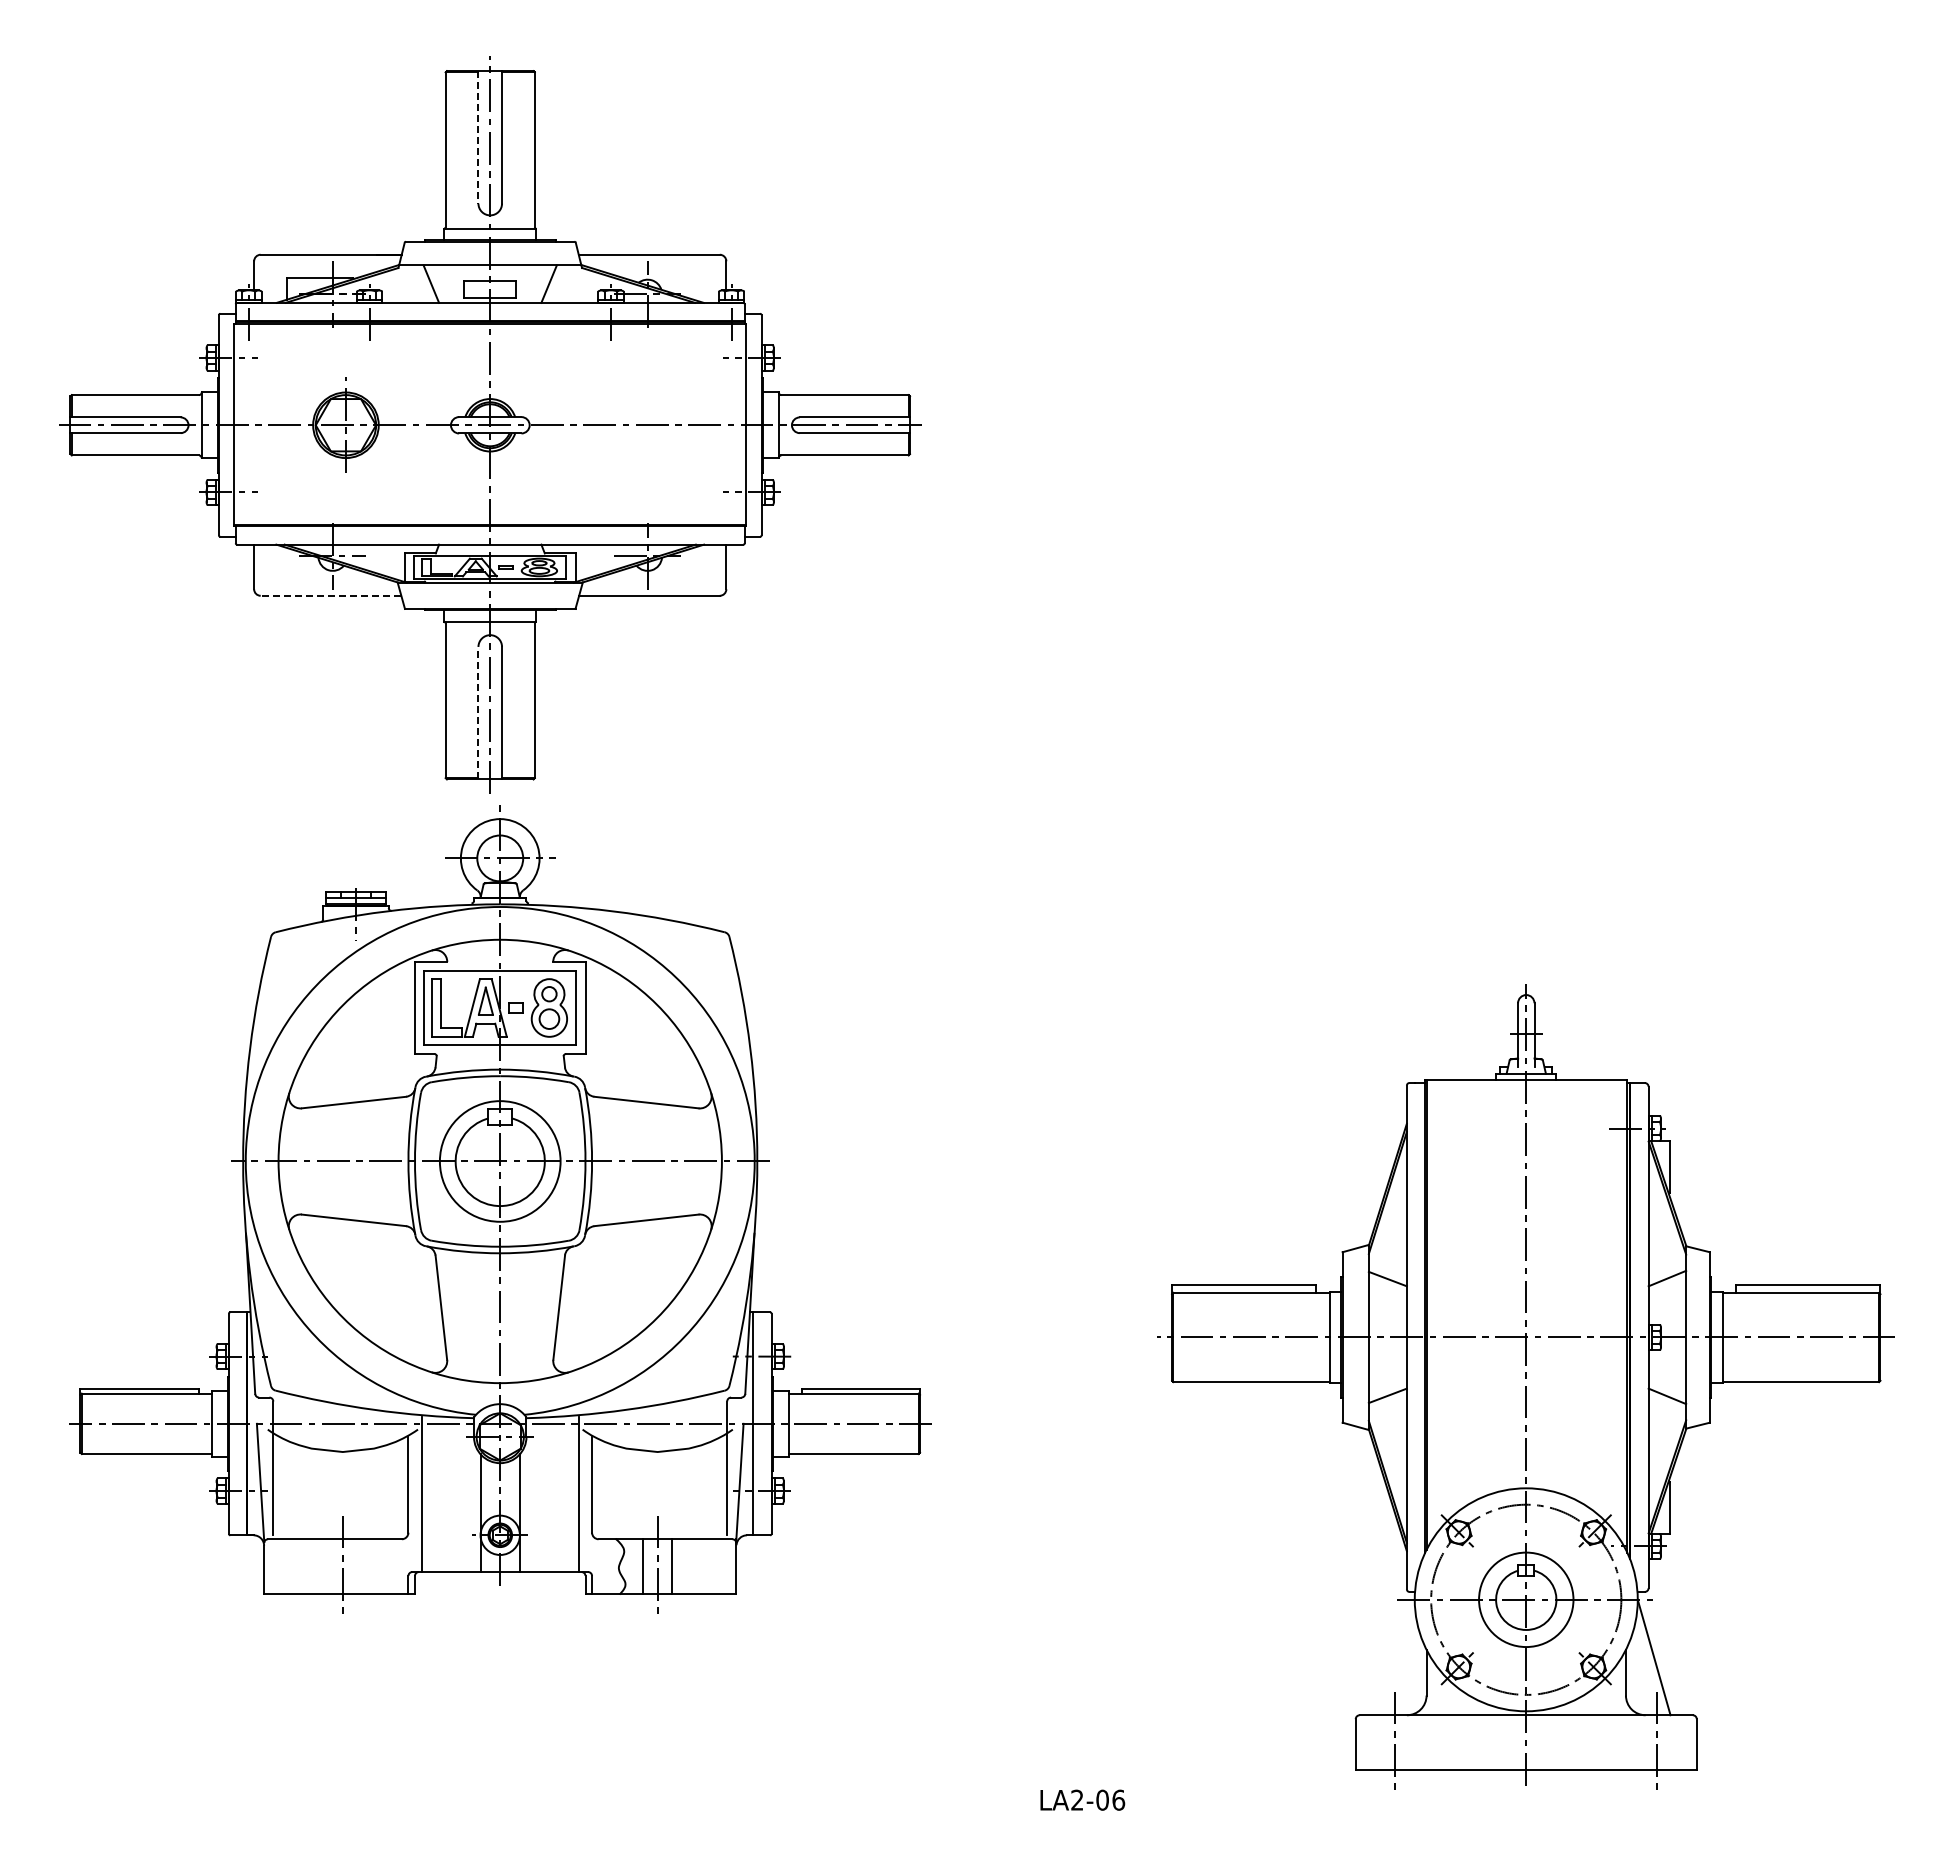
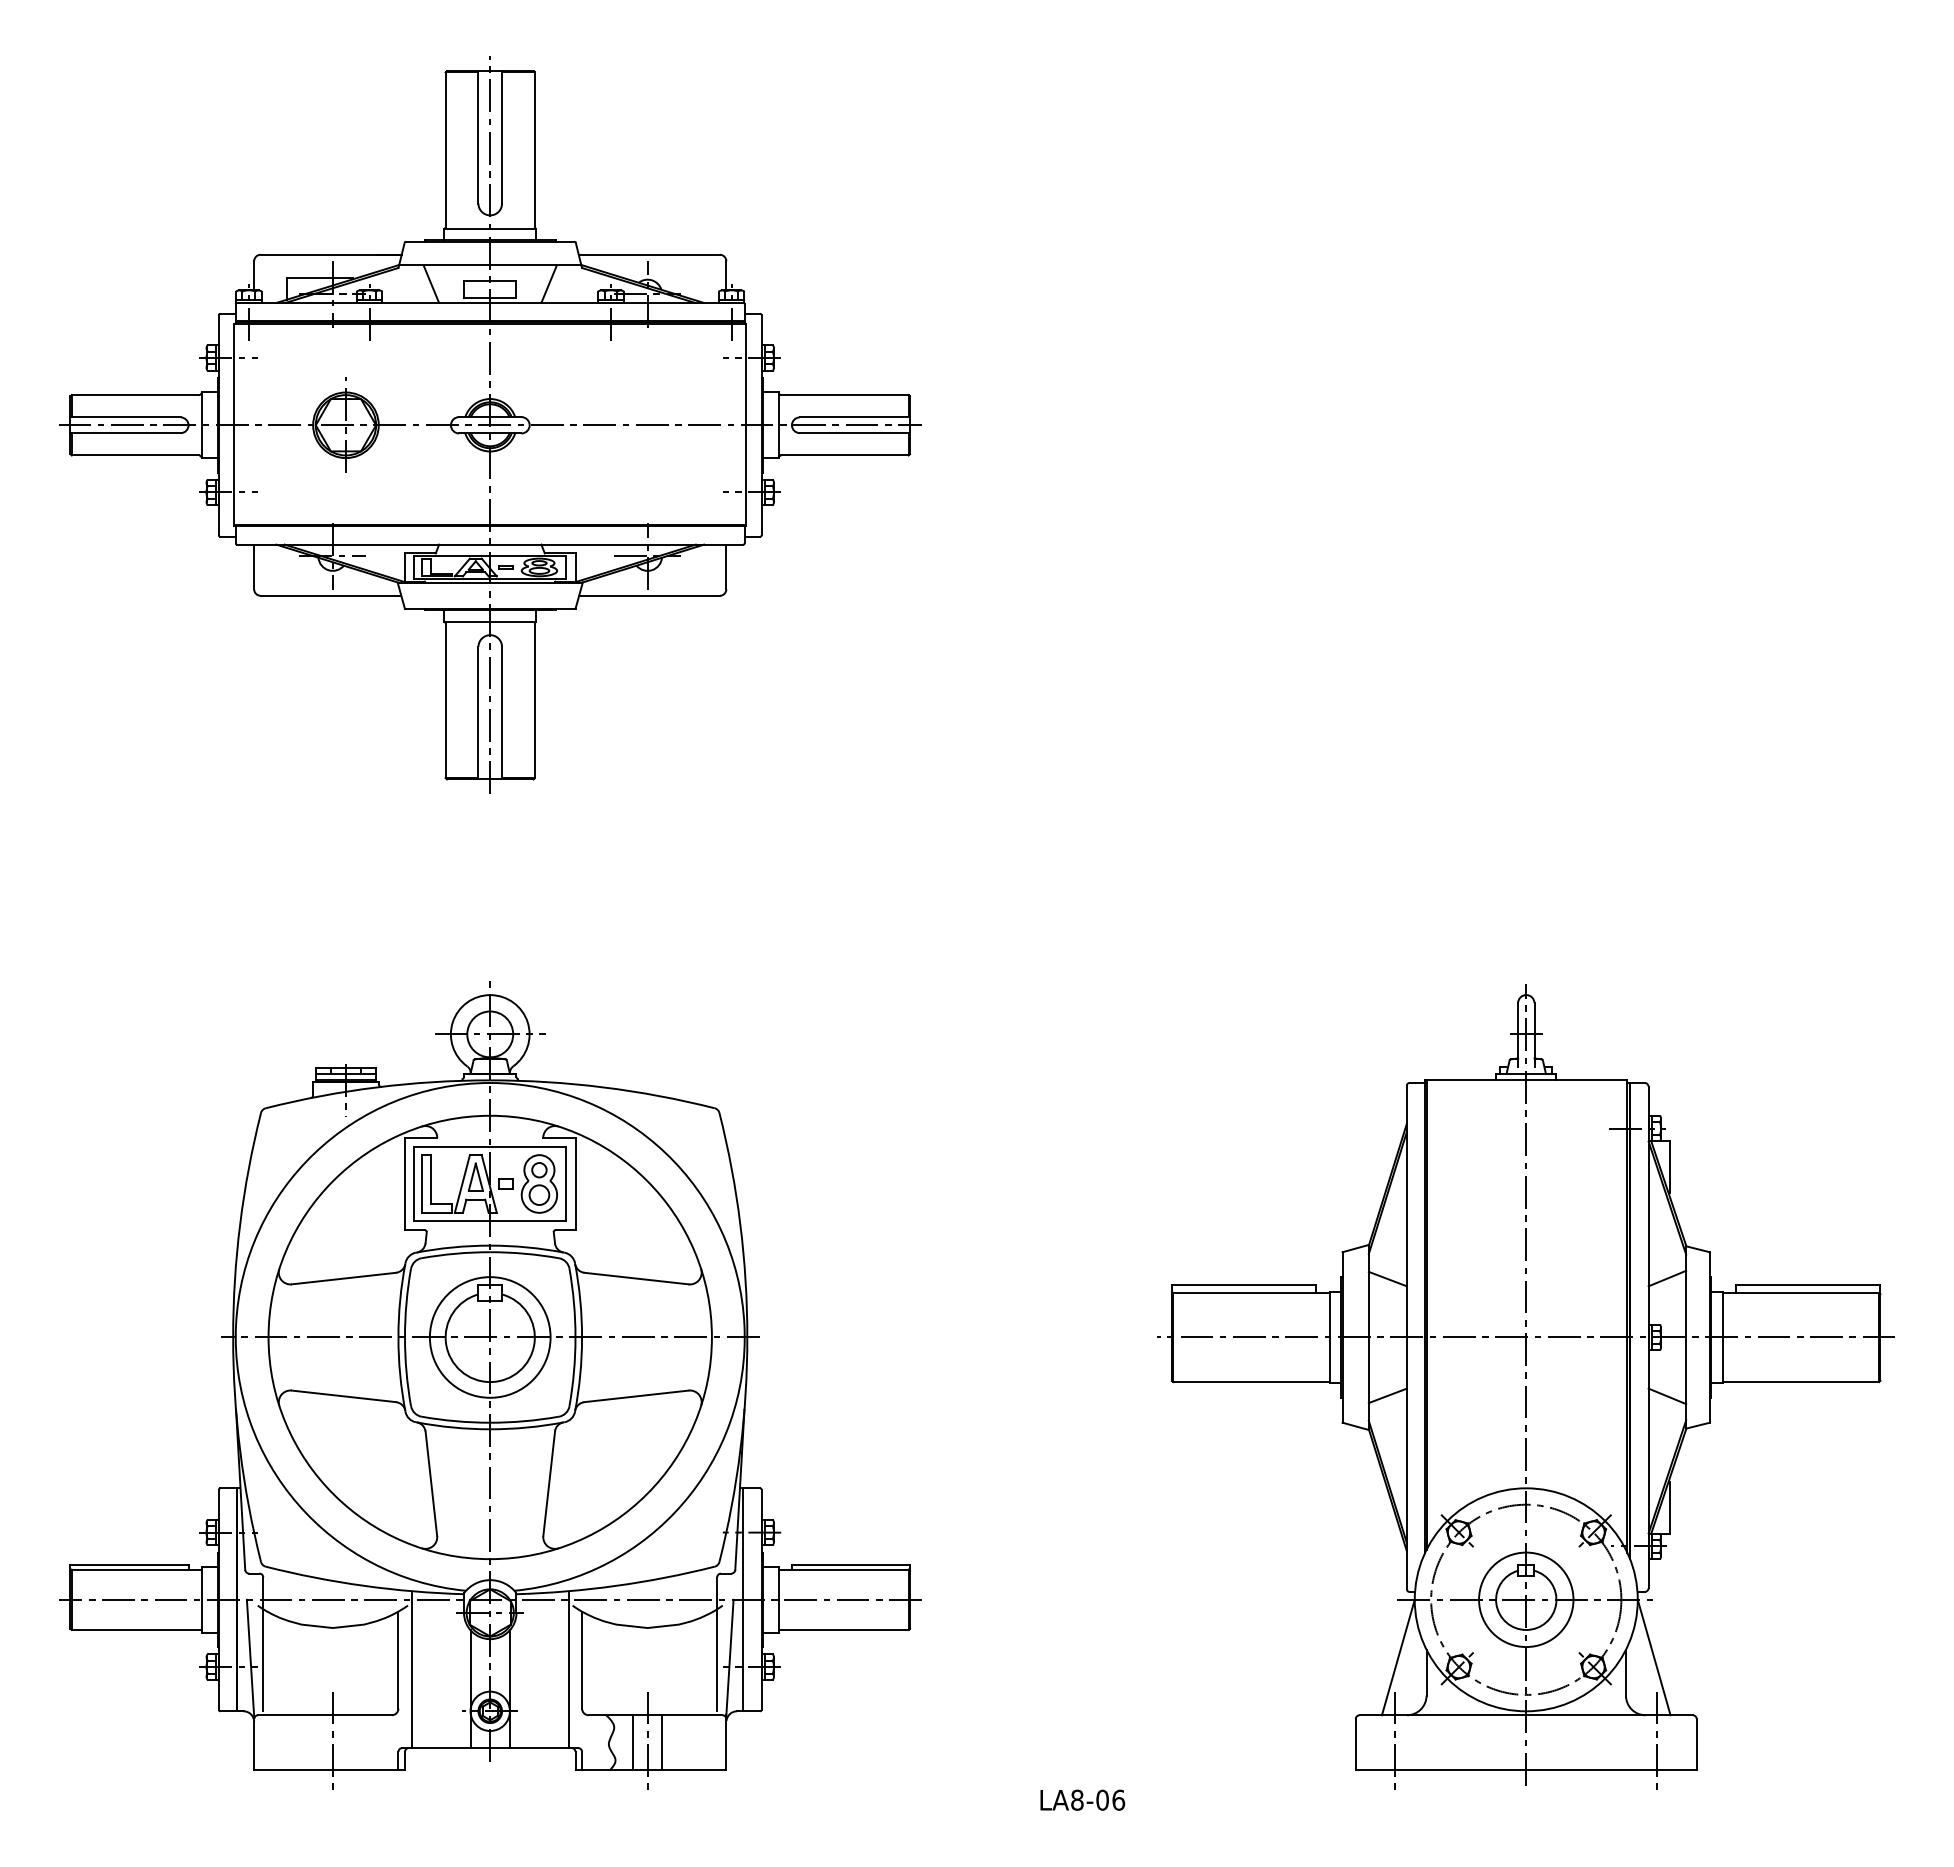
line at (478, 137): dashed -> solid
line at (330, 595): dashed -> solid
line at (478, 712): dashed -> solid
part at (500, 1209) position: (500, 1209) -> (490, 1385)
line at (1397, 1657): none -> present
text at (1077, 1799): LA2-06 -> LA8-06
